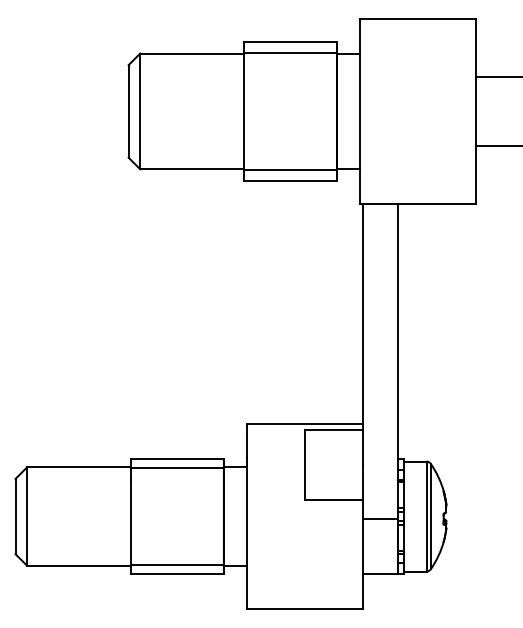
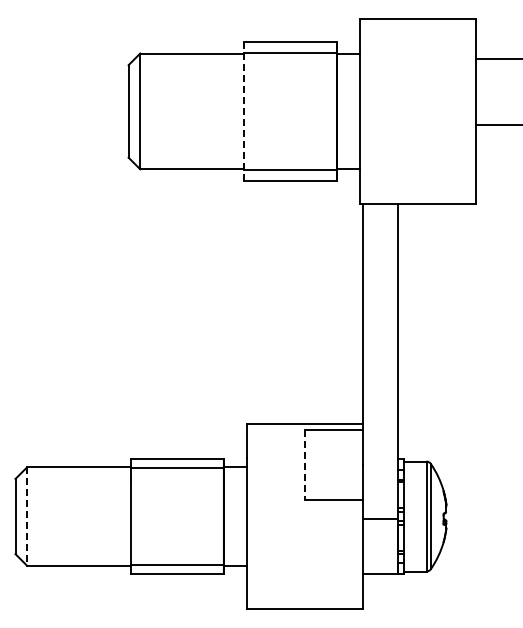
line at (497, 76) position: (497, 76) -> (497, 58)
line at (244, 111): solid -> dashed
line at (497, 146) position: (497, 146) -> (497, 125)
line at (304, 465): solid -> dashed
line at (27, 517): solid -> dashed
